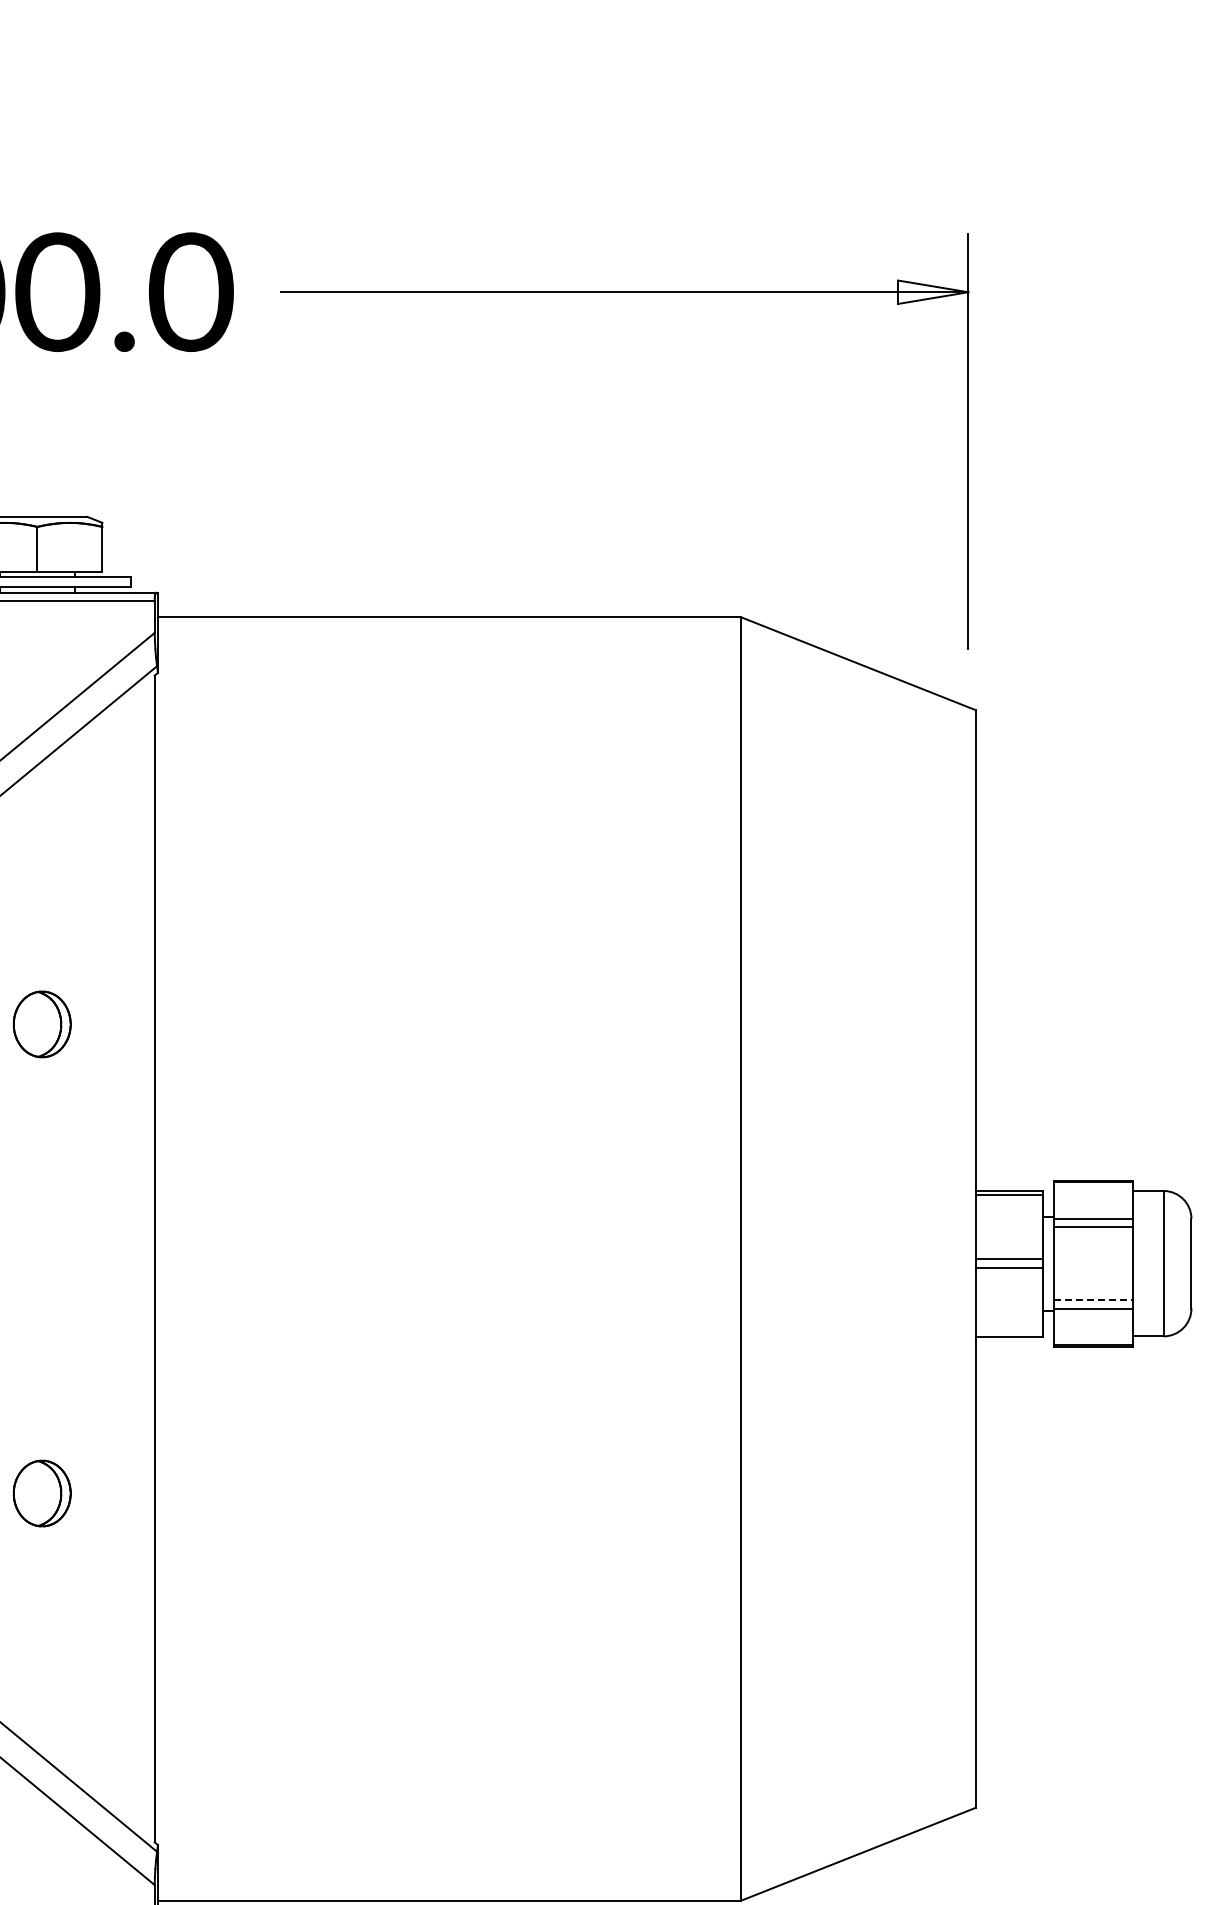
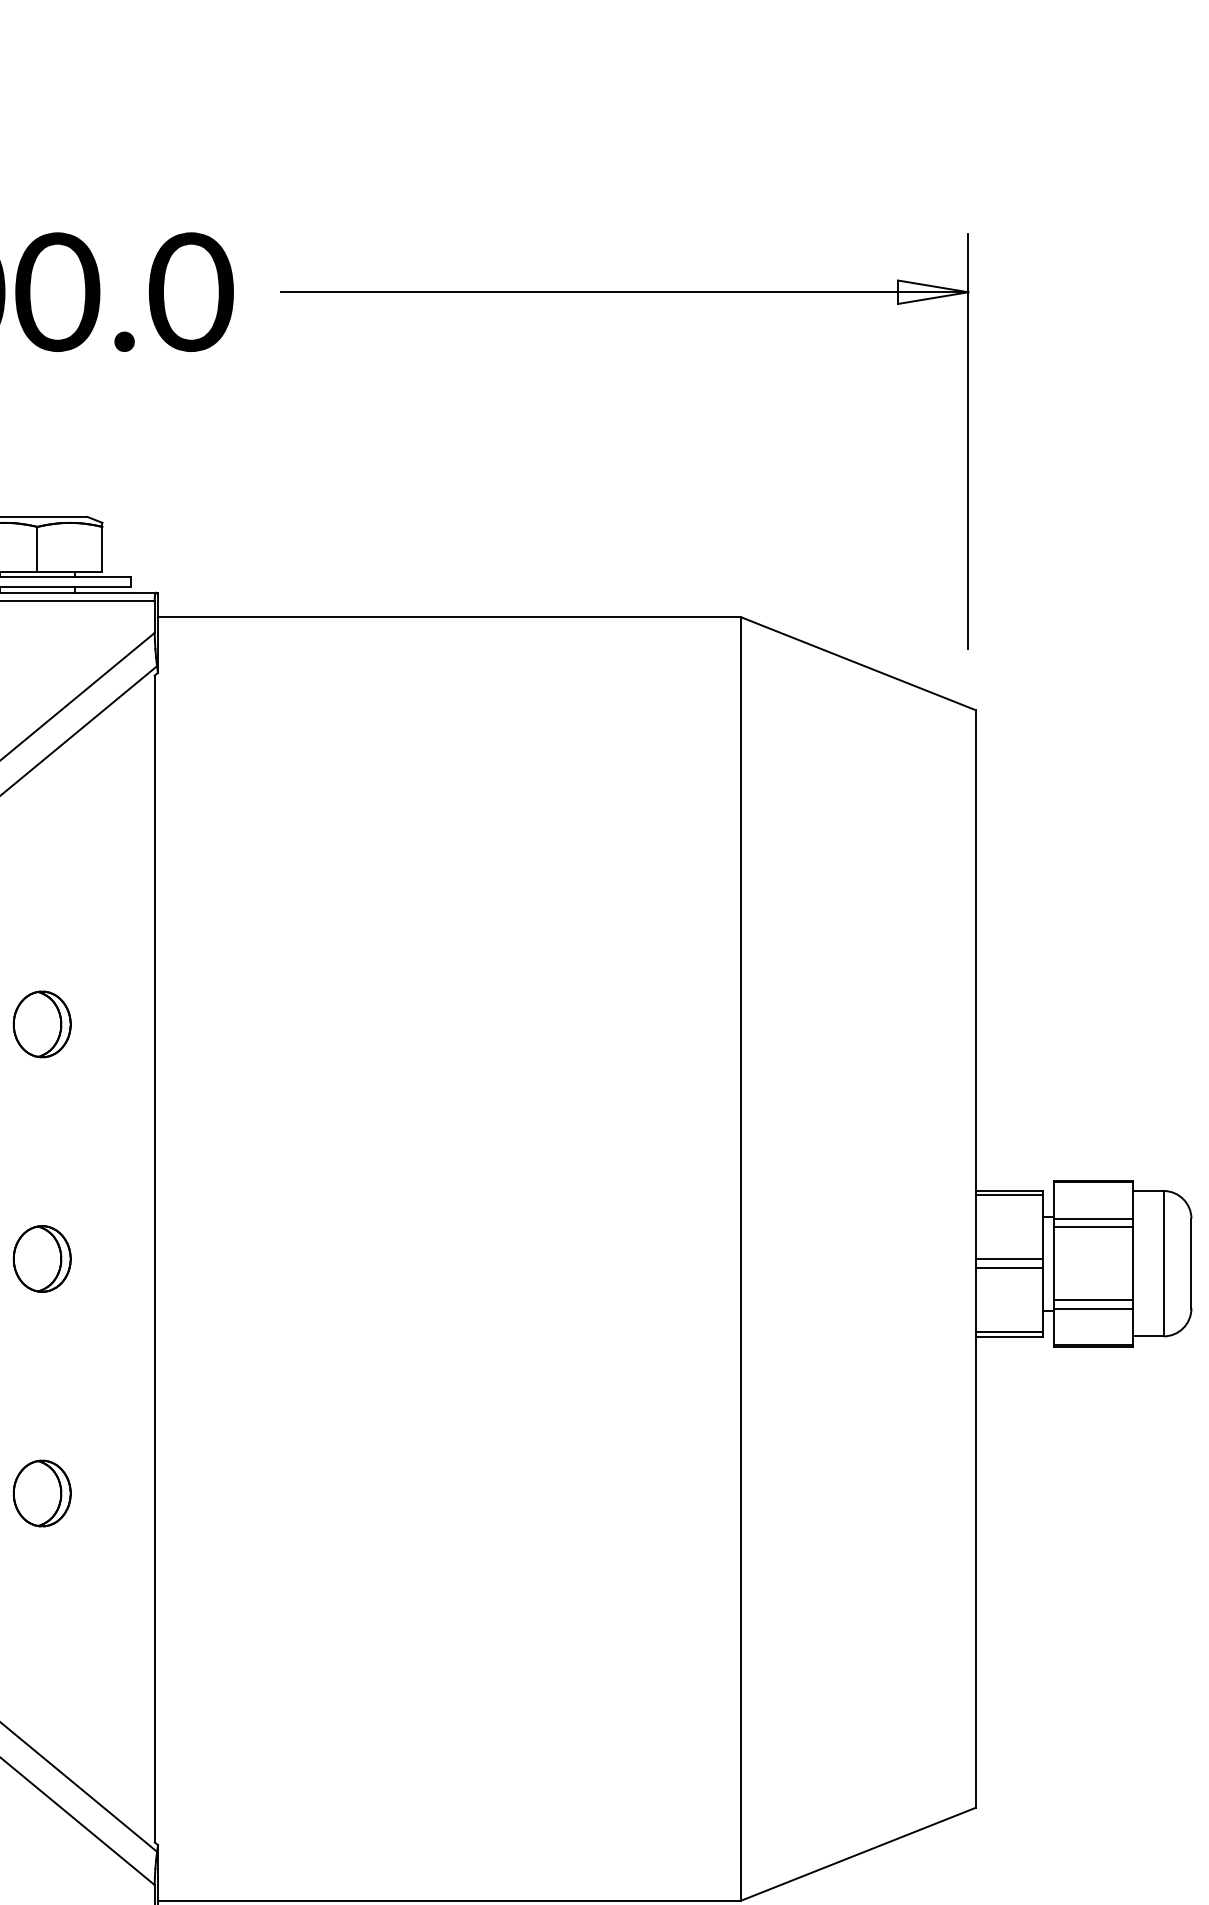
part at (41, 1258): none -> present
line at (1094, 1300): dashed -> solid
line at (1008, 1332): none -> present
